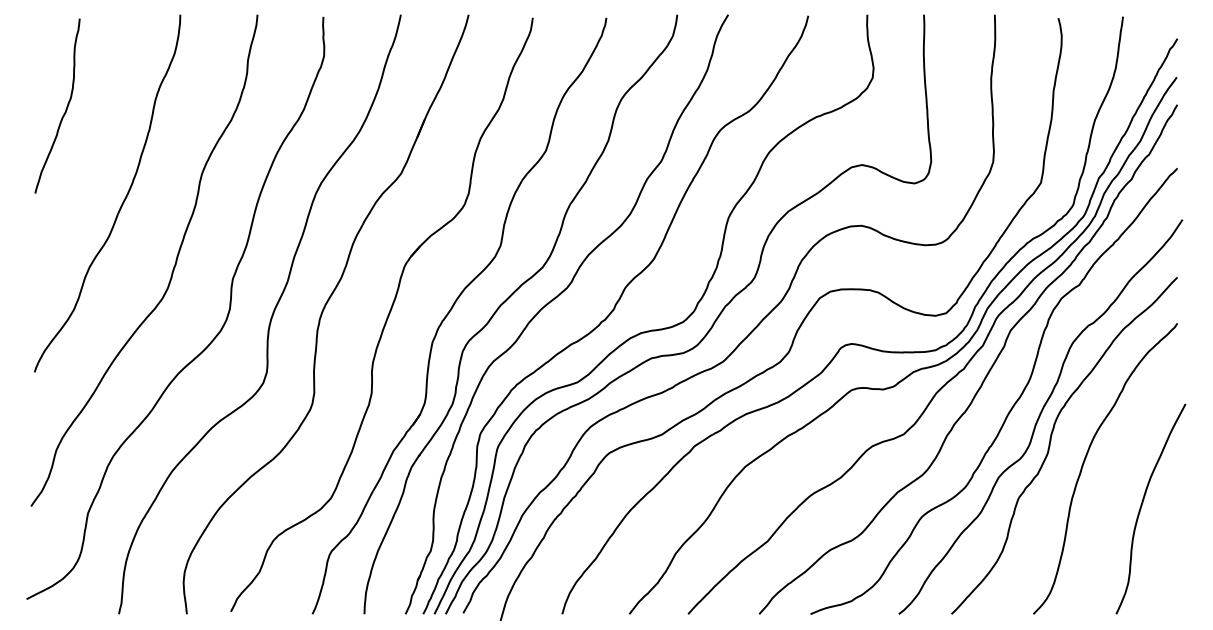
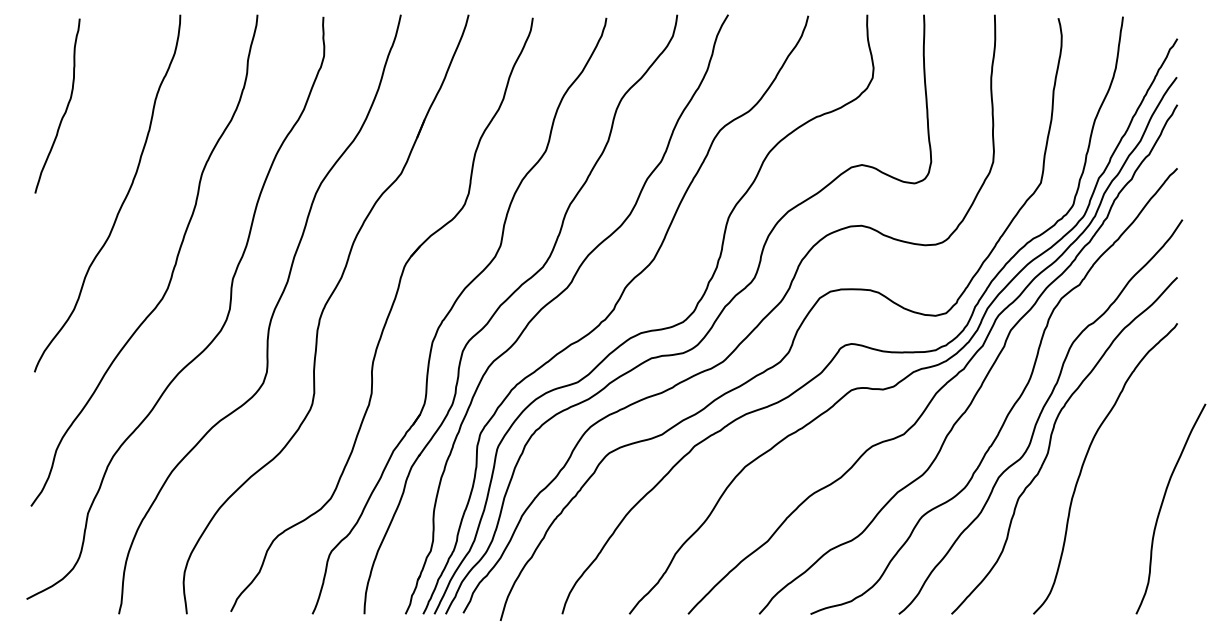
curve at (1142, 506) position: (1142, 506) -> (1162, 506)
